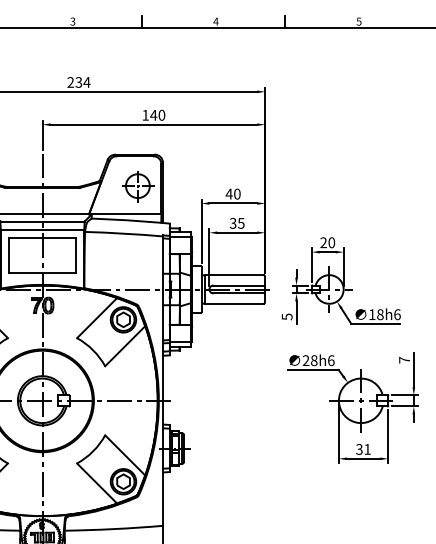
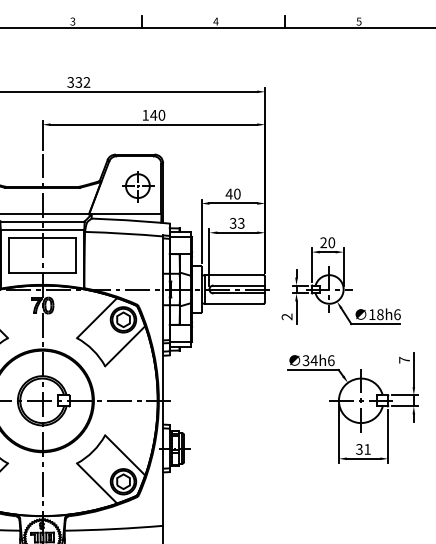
text at (78, 82): 234 -> 332
text at (241, 223): 35 -> 33
text at (286, 316): 5 -> 2
text at (309, 360): 28h6 -> 34h6
